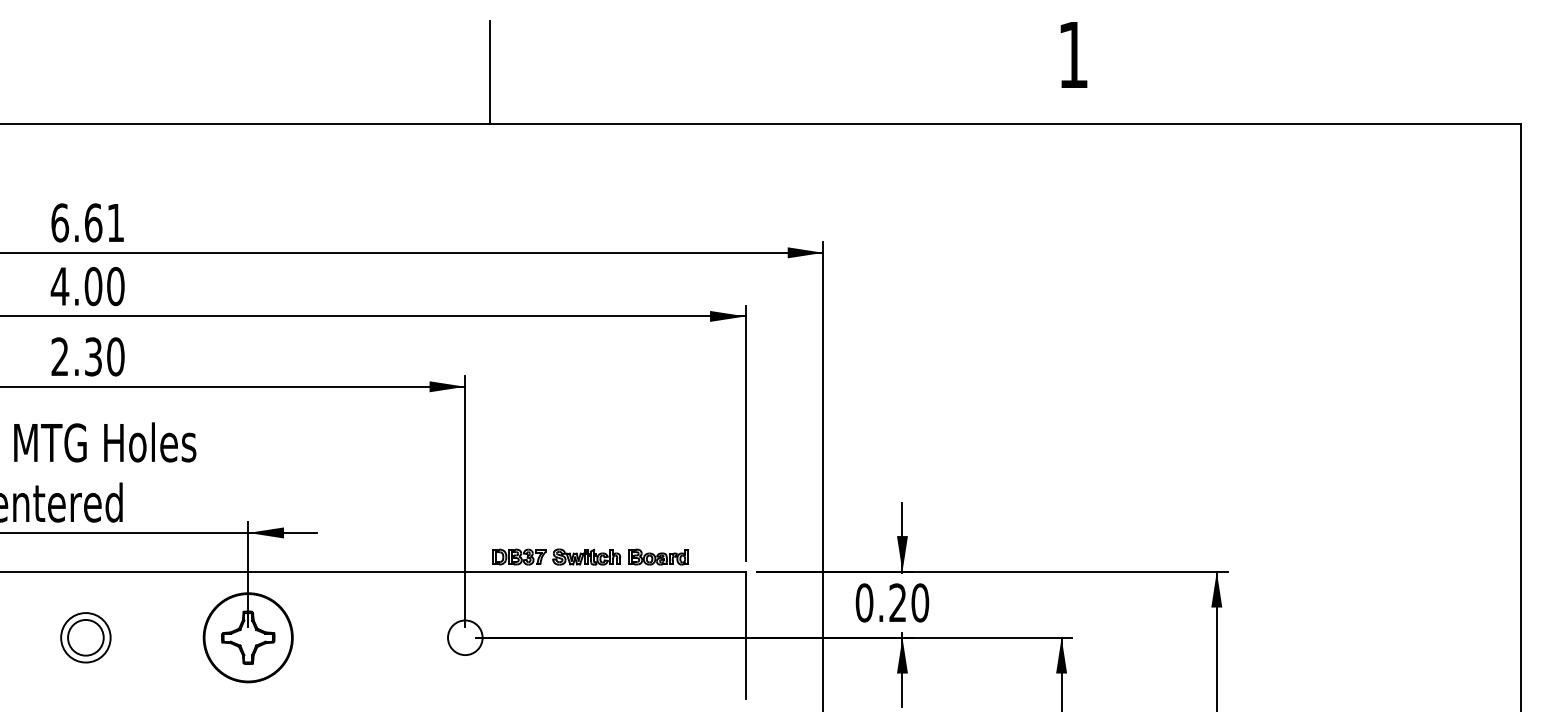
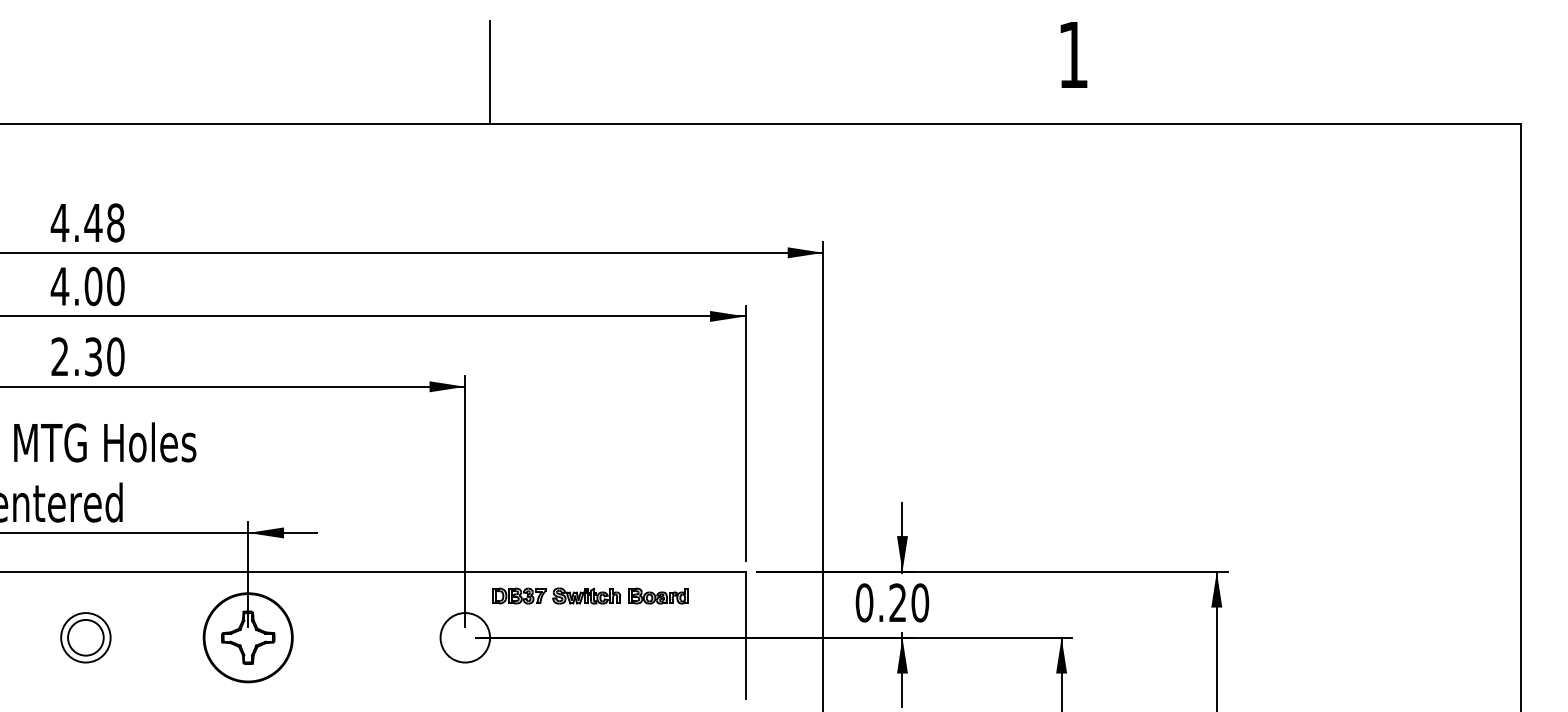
text at (87, 222): 6.61 -> 4.48
part at (590, 556) position: (590, 556) -> (590, 595)
circle at (465, 637) diameter: 35 px -> 49 px
